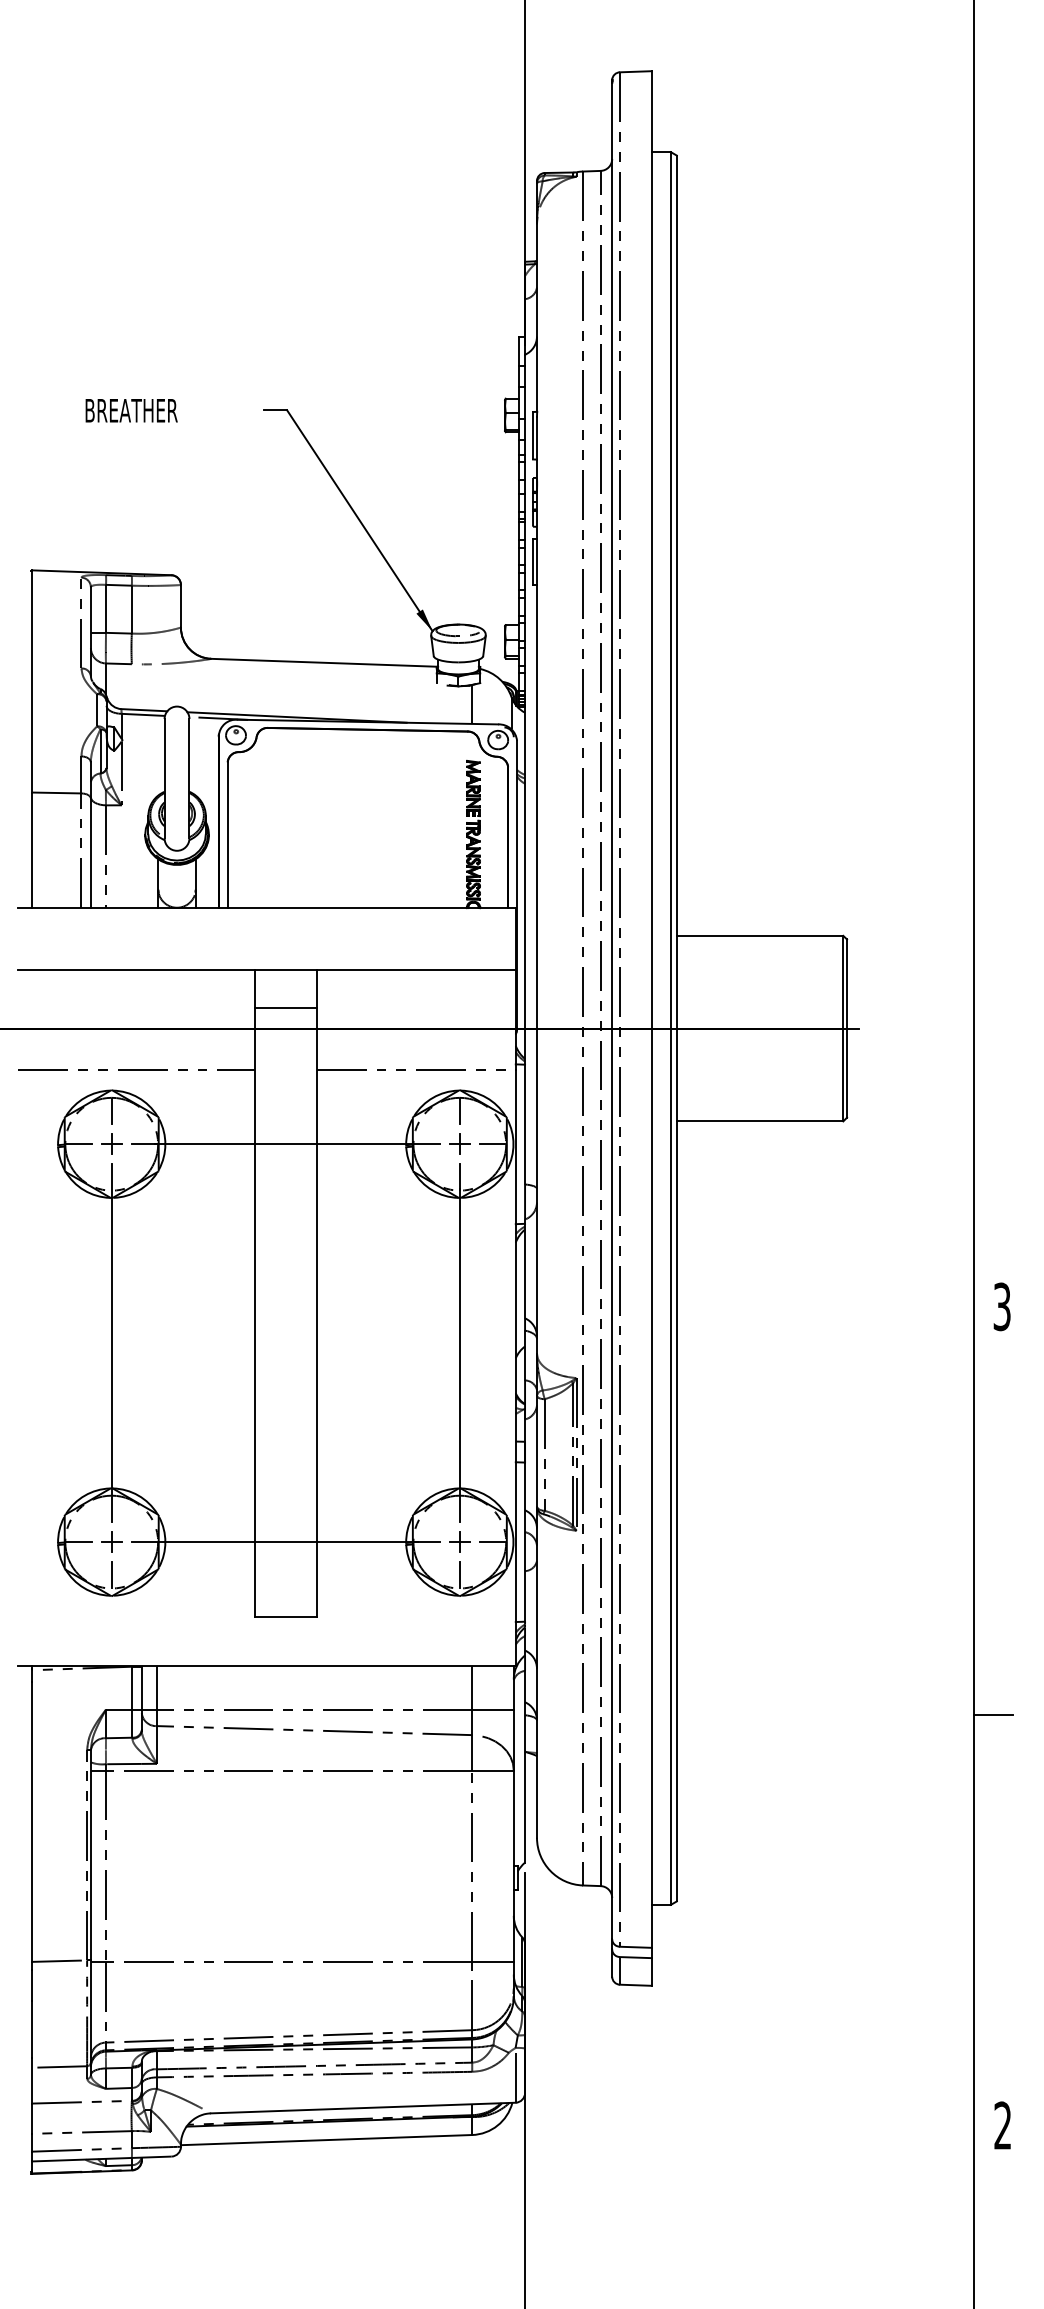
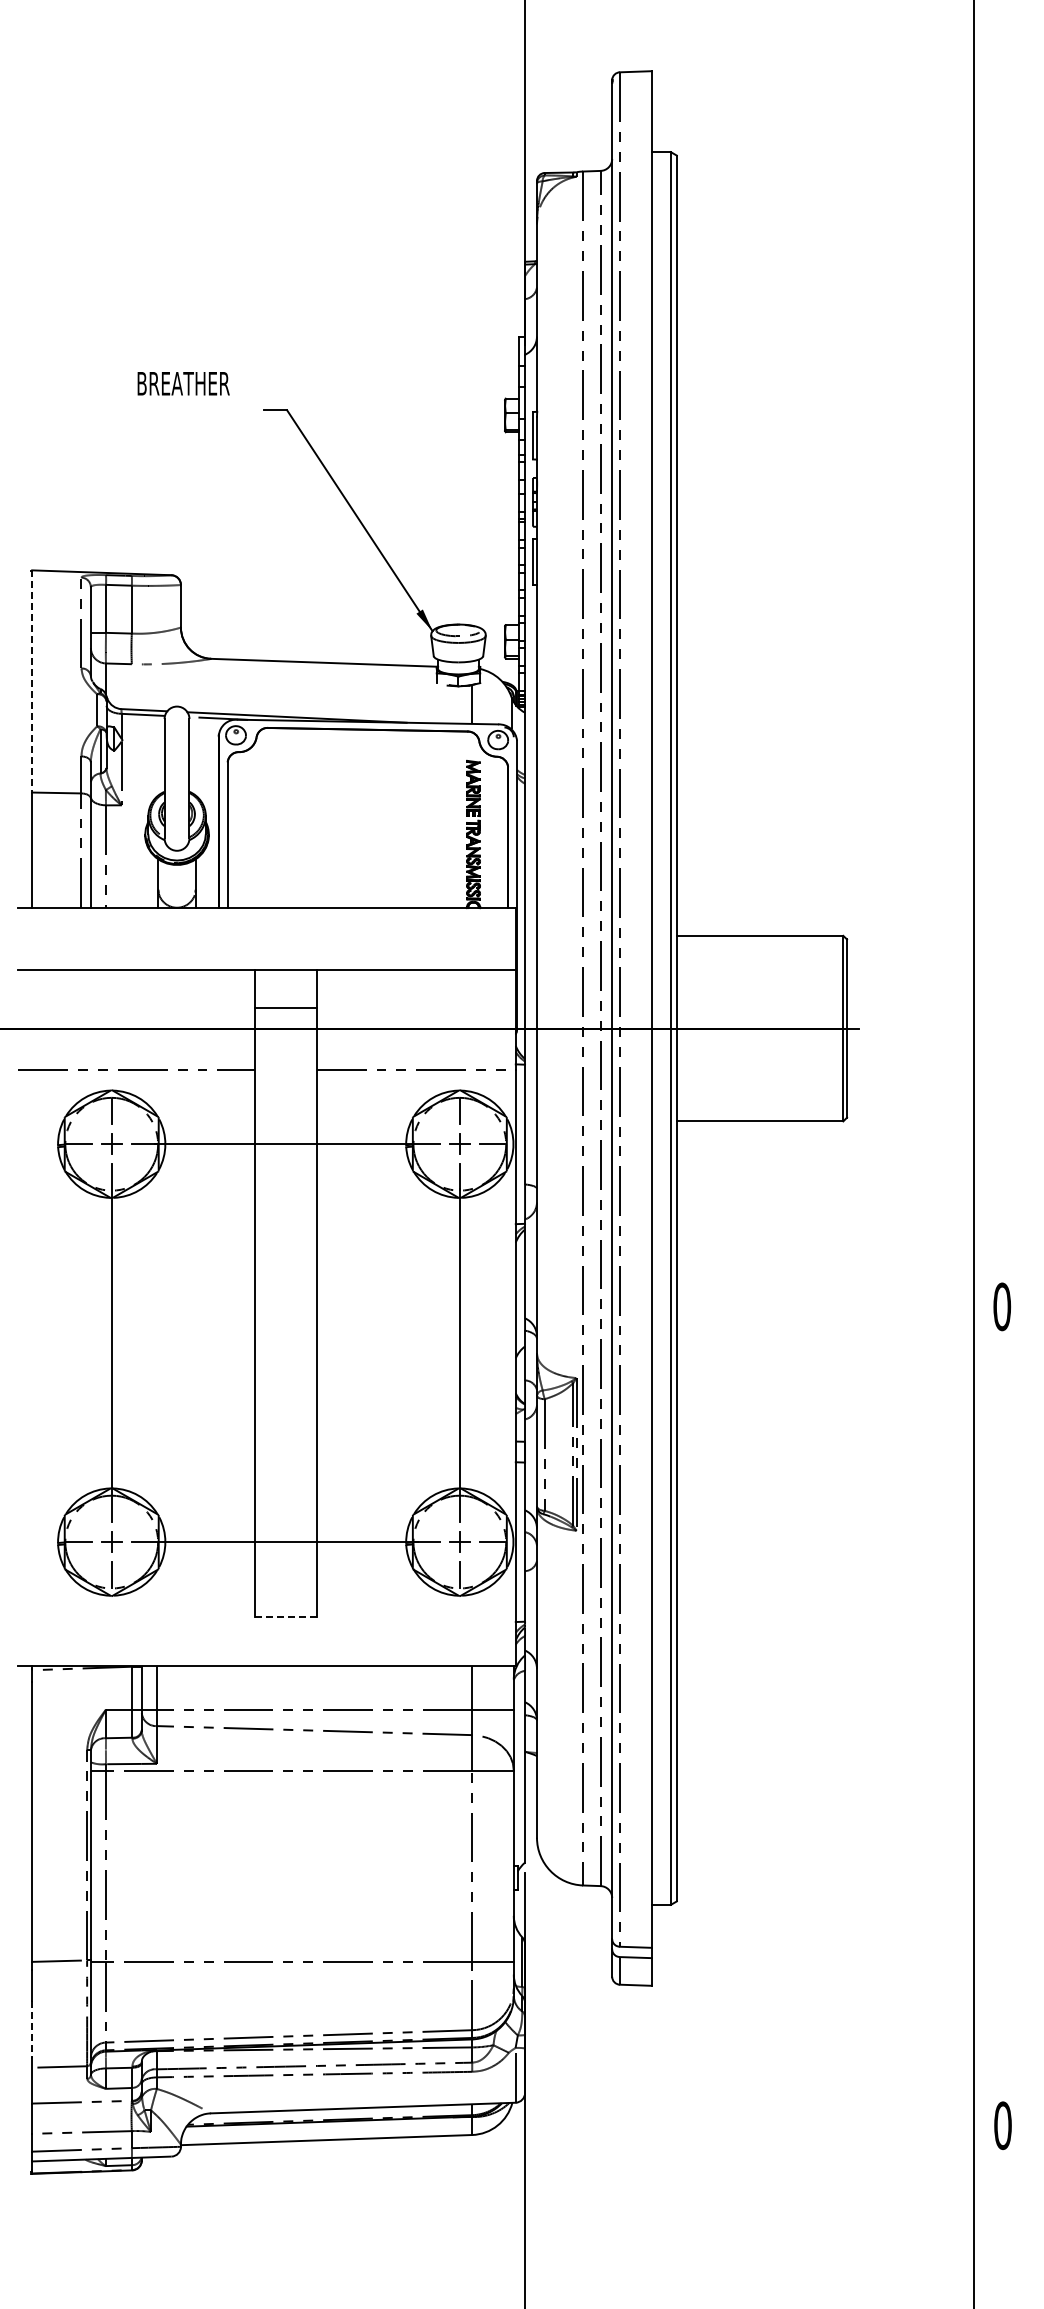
text at (131, 410) position: (131, 410) -> (183, 383)
line at (32, 681): solid -> dashed
text at (1002, 1306): 3 -> 0
line at (285, 1616): solid -> dashed
line at (992, 1715): present -> none
line at (32, 2029): solid -> dashed
text at (1002, 2125): 2 -> 0
